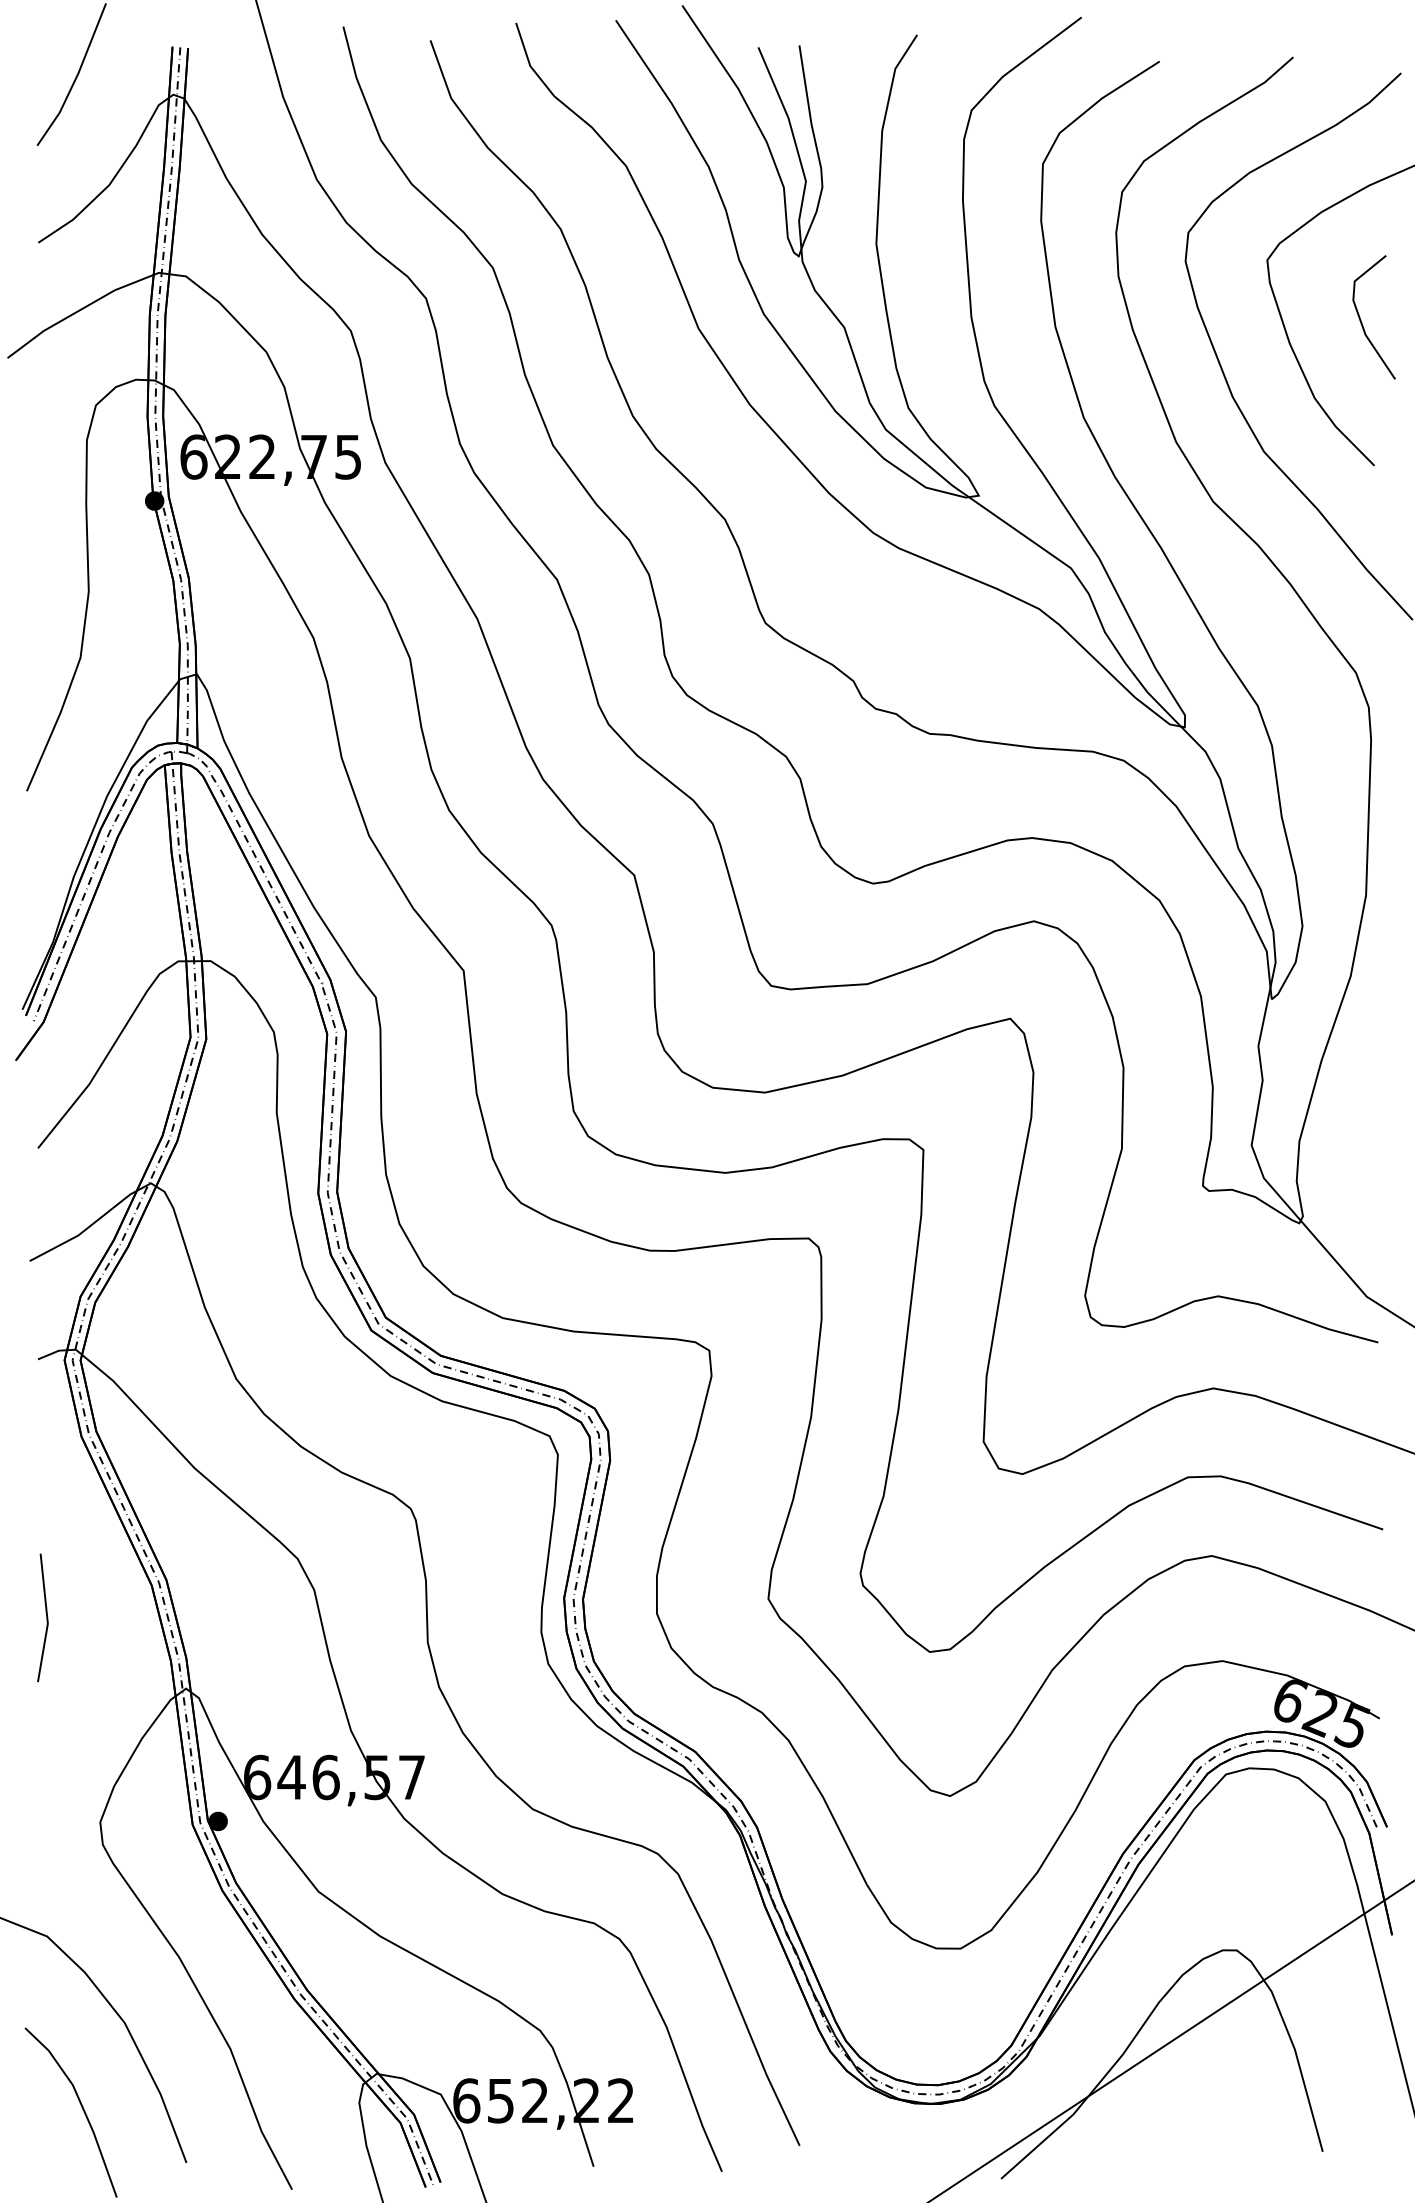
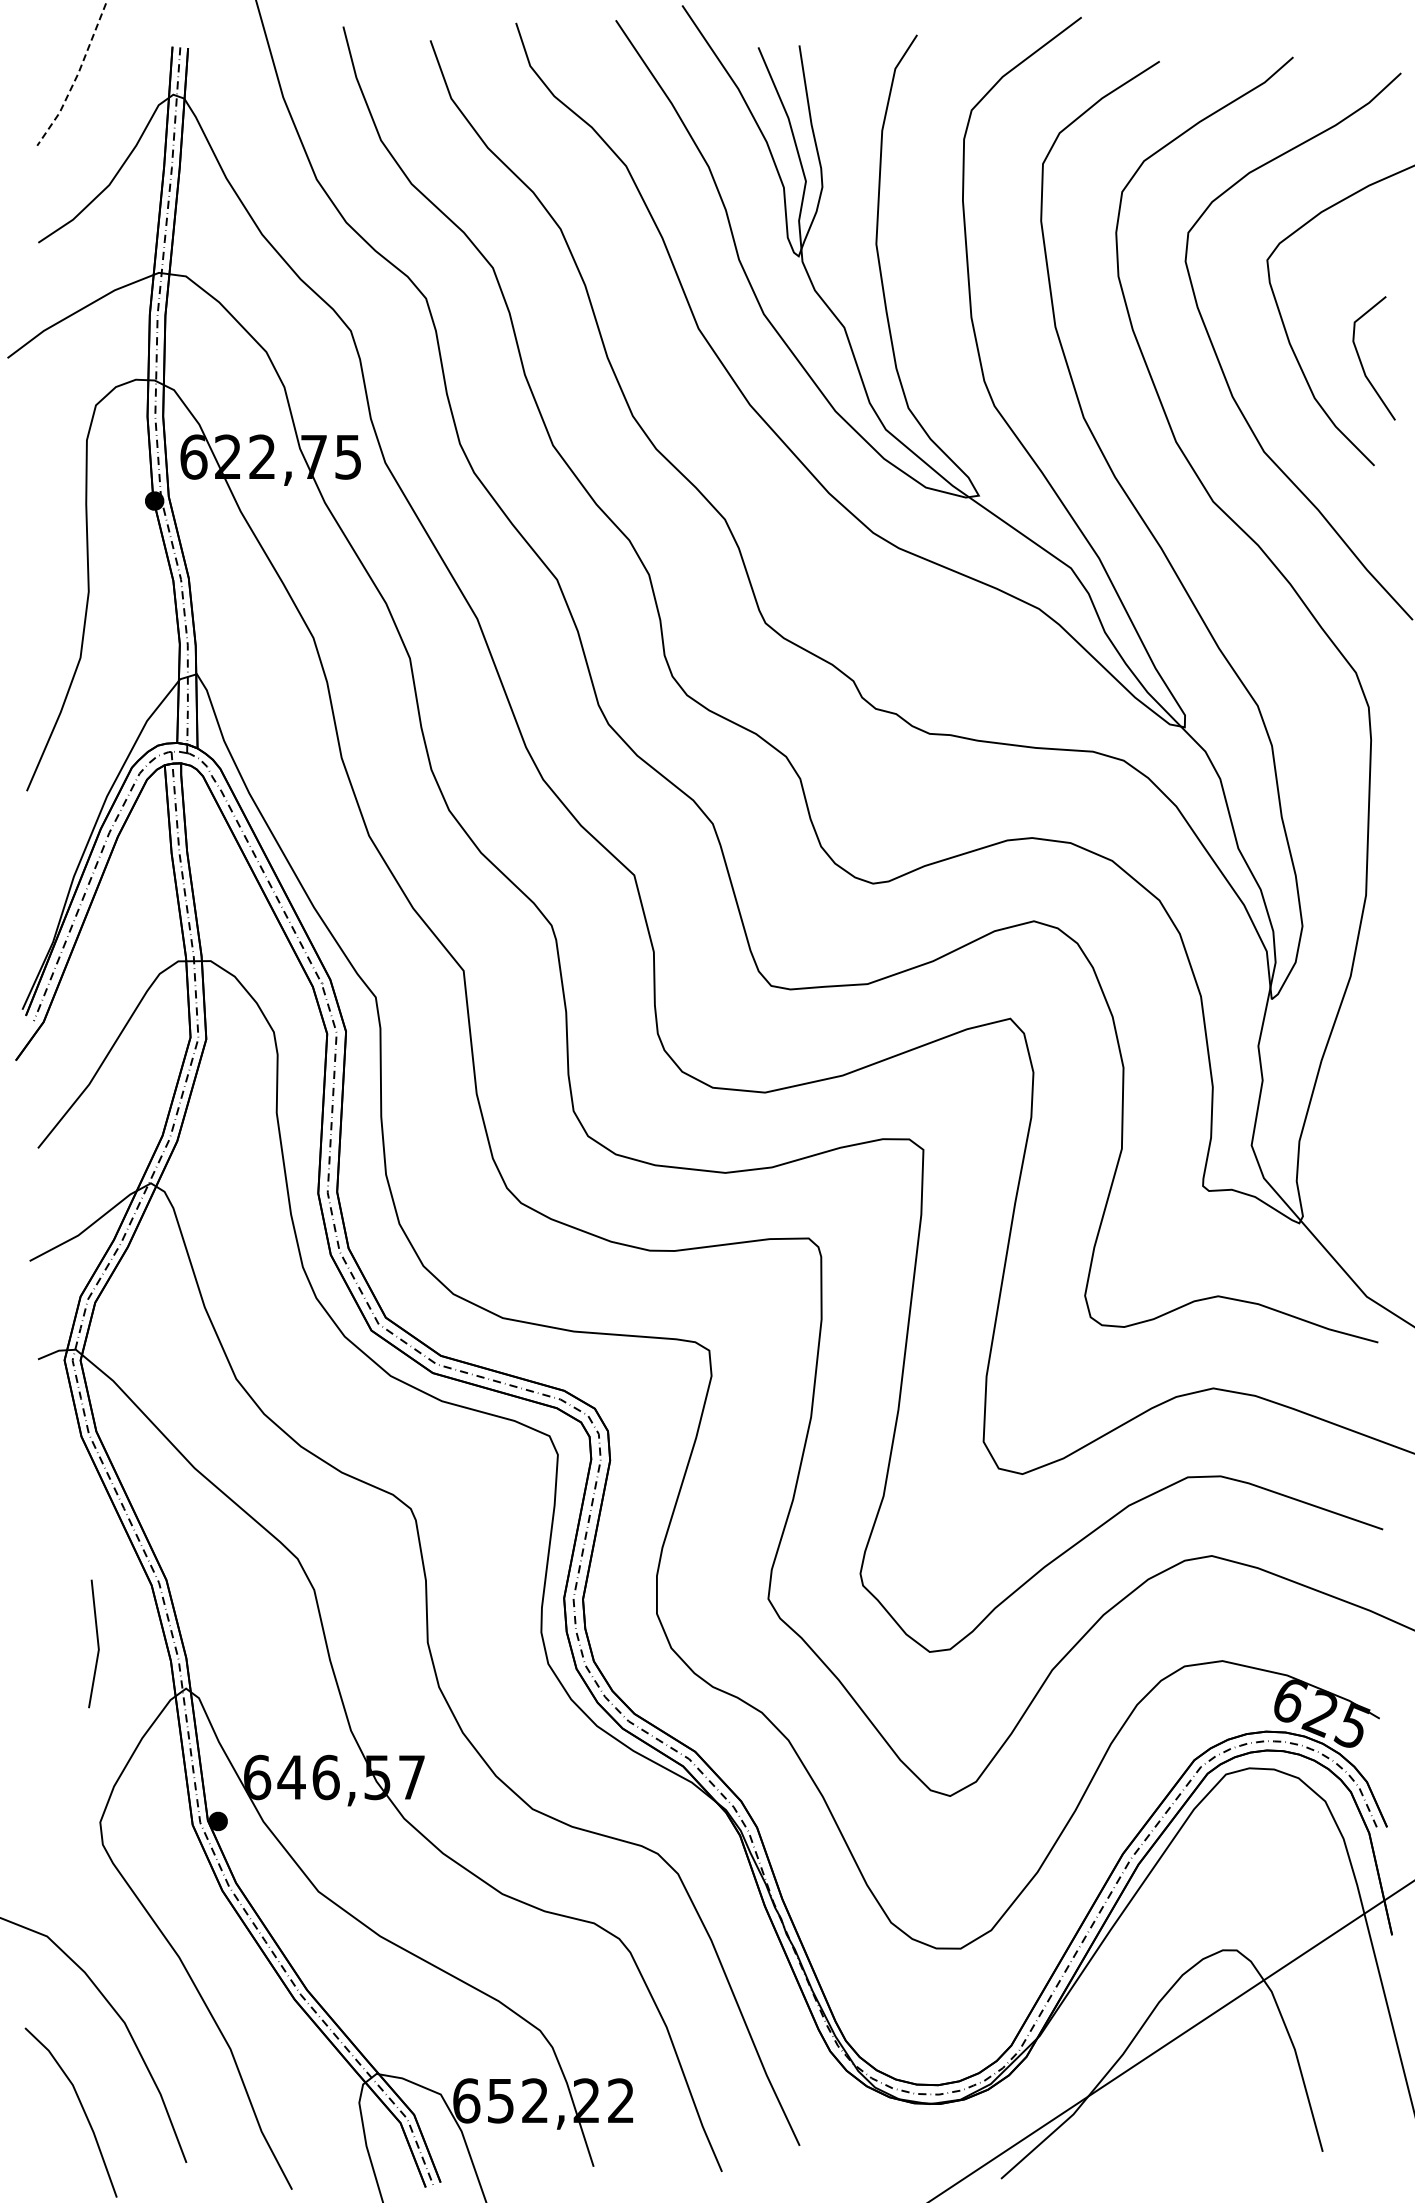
line at (76, 76): solid -> dashed
line at (1362, 322) position: (1362, 322) -> (1362, 363)
line at (46, 1617) position: (46, 1617) -> (97, 1643)
